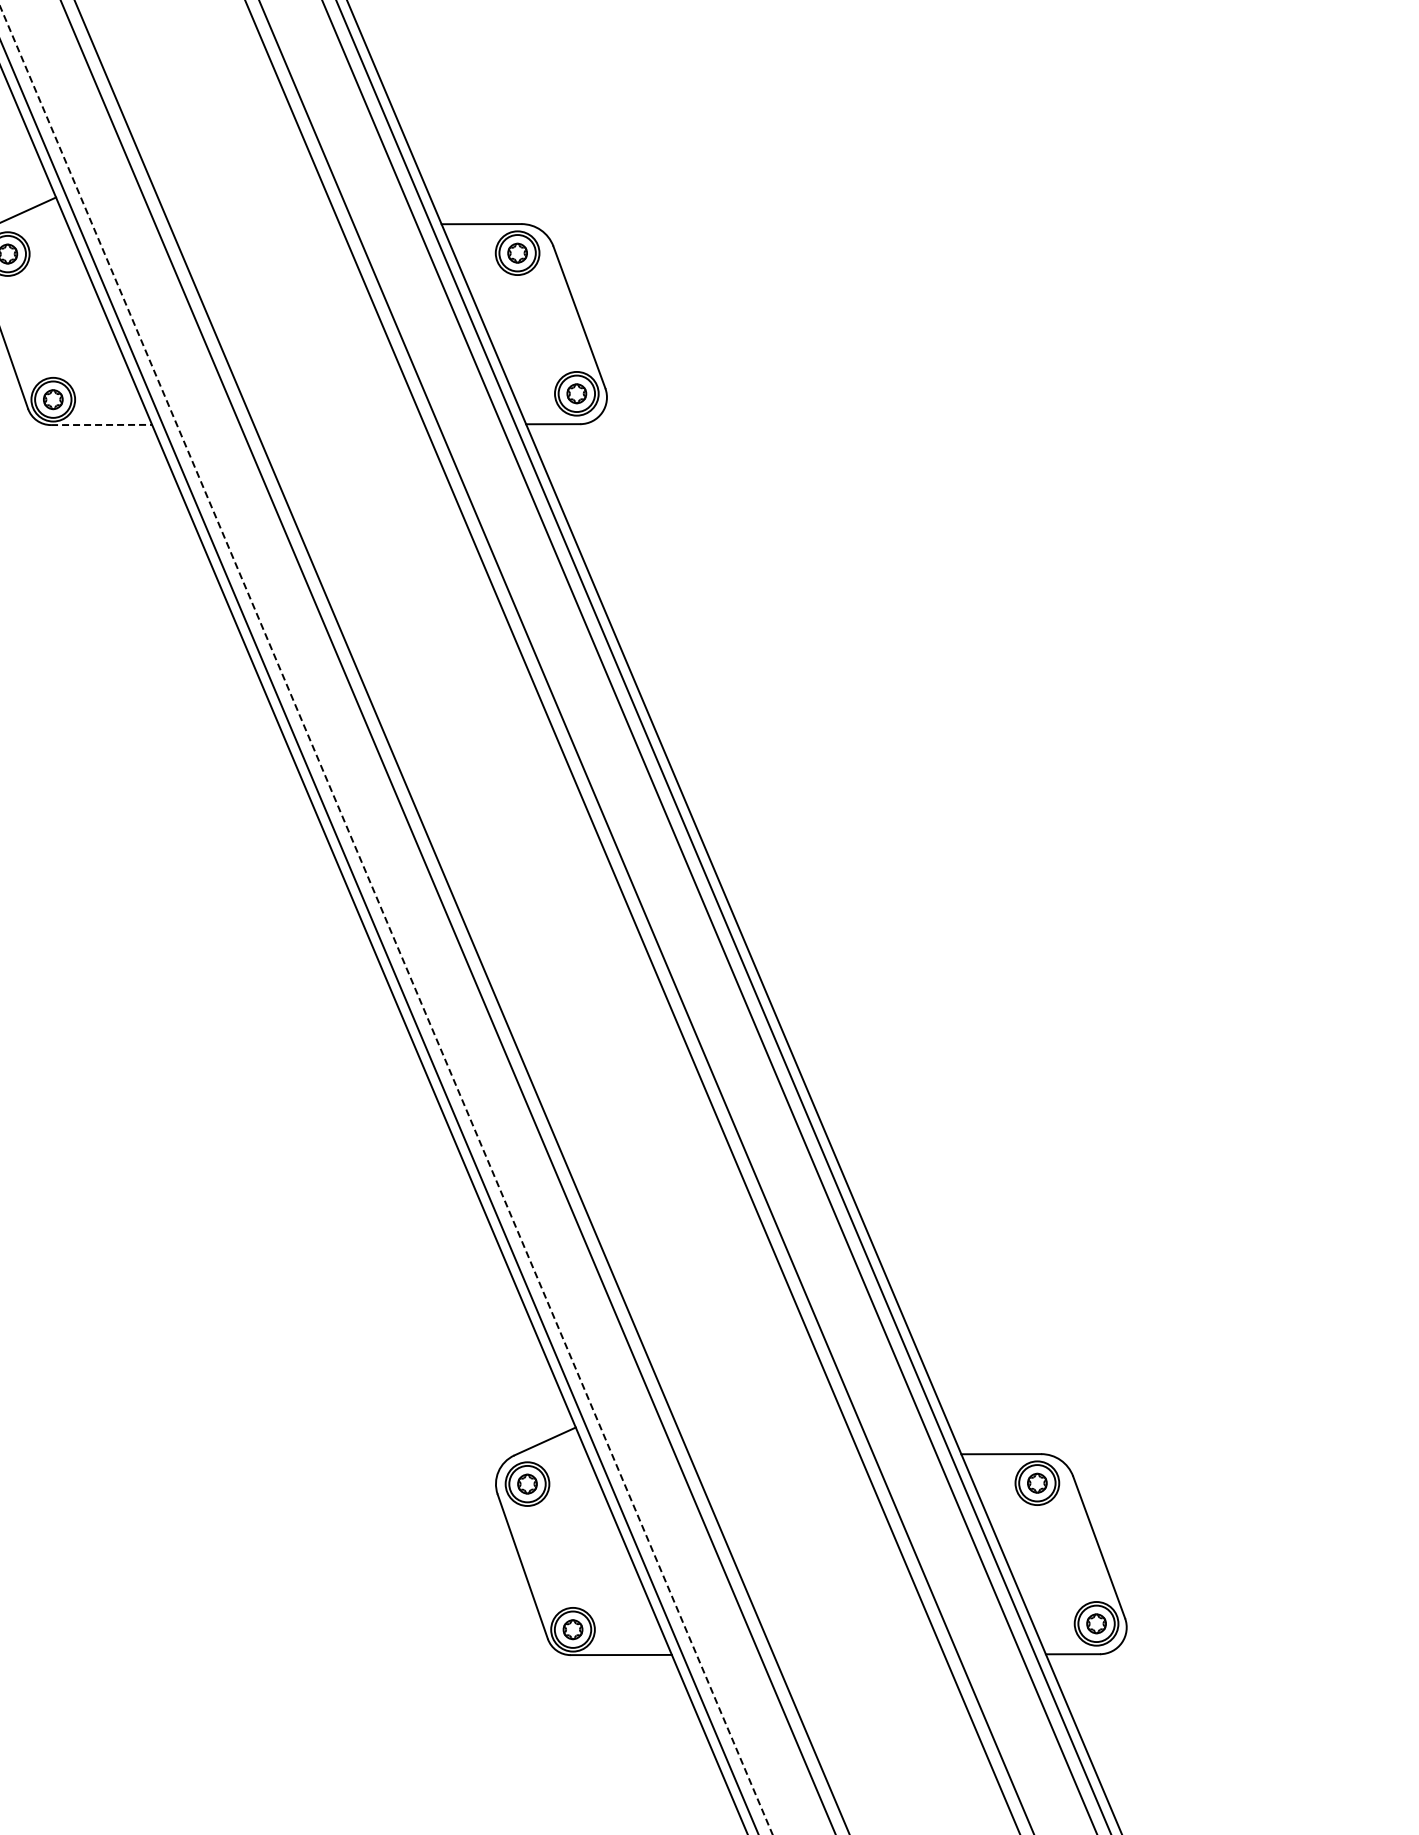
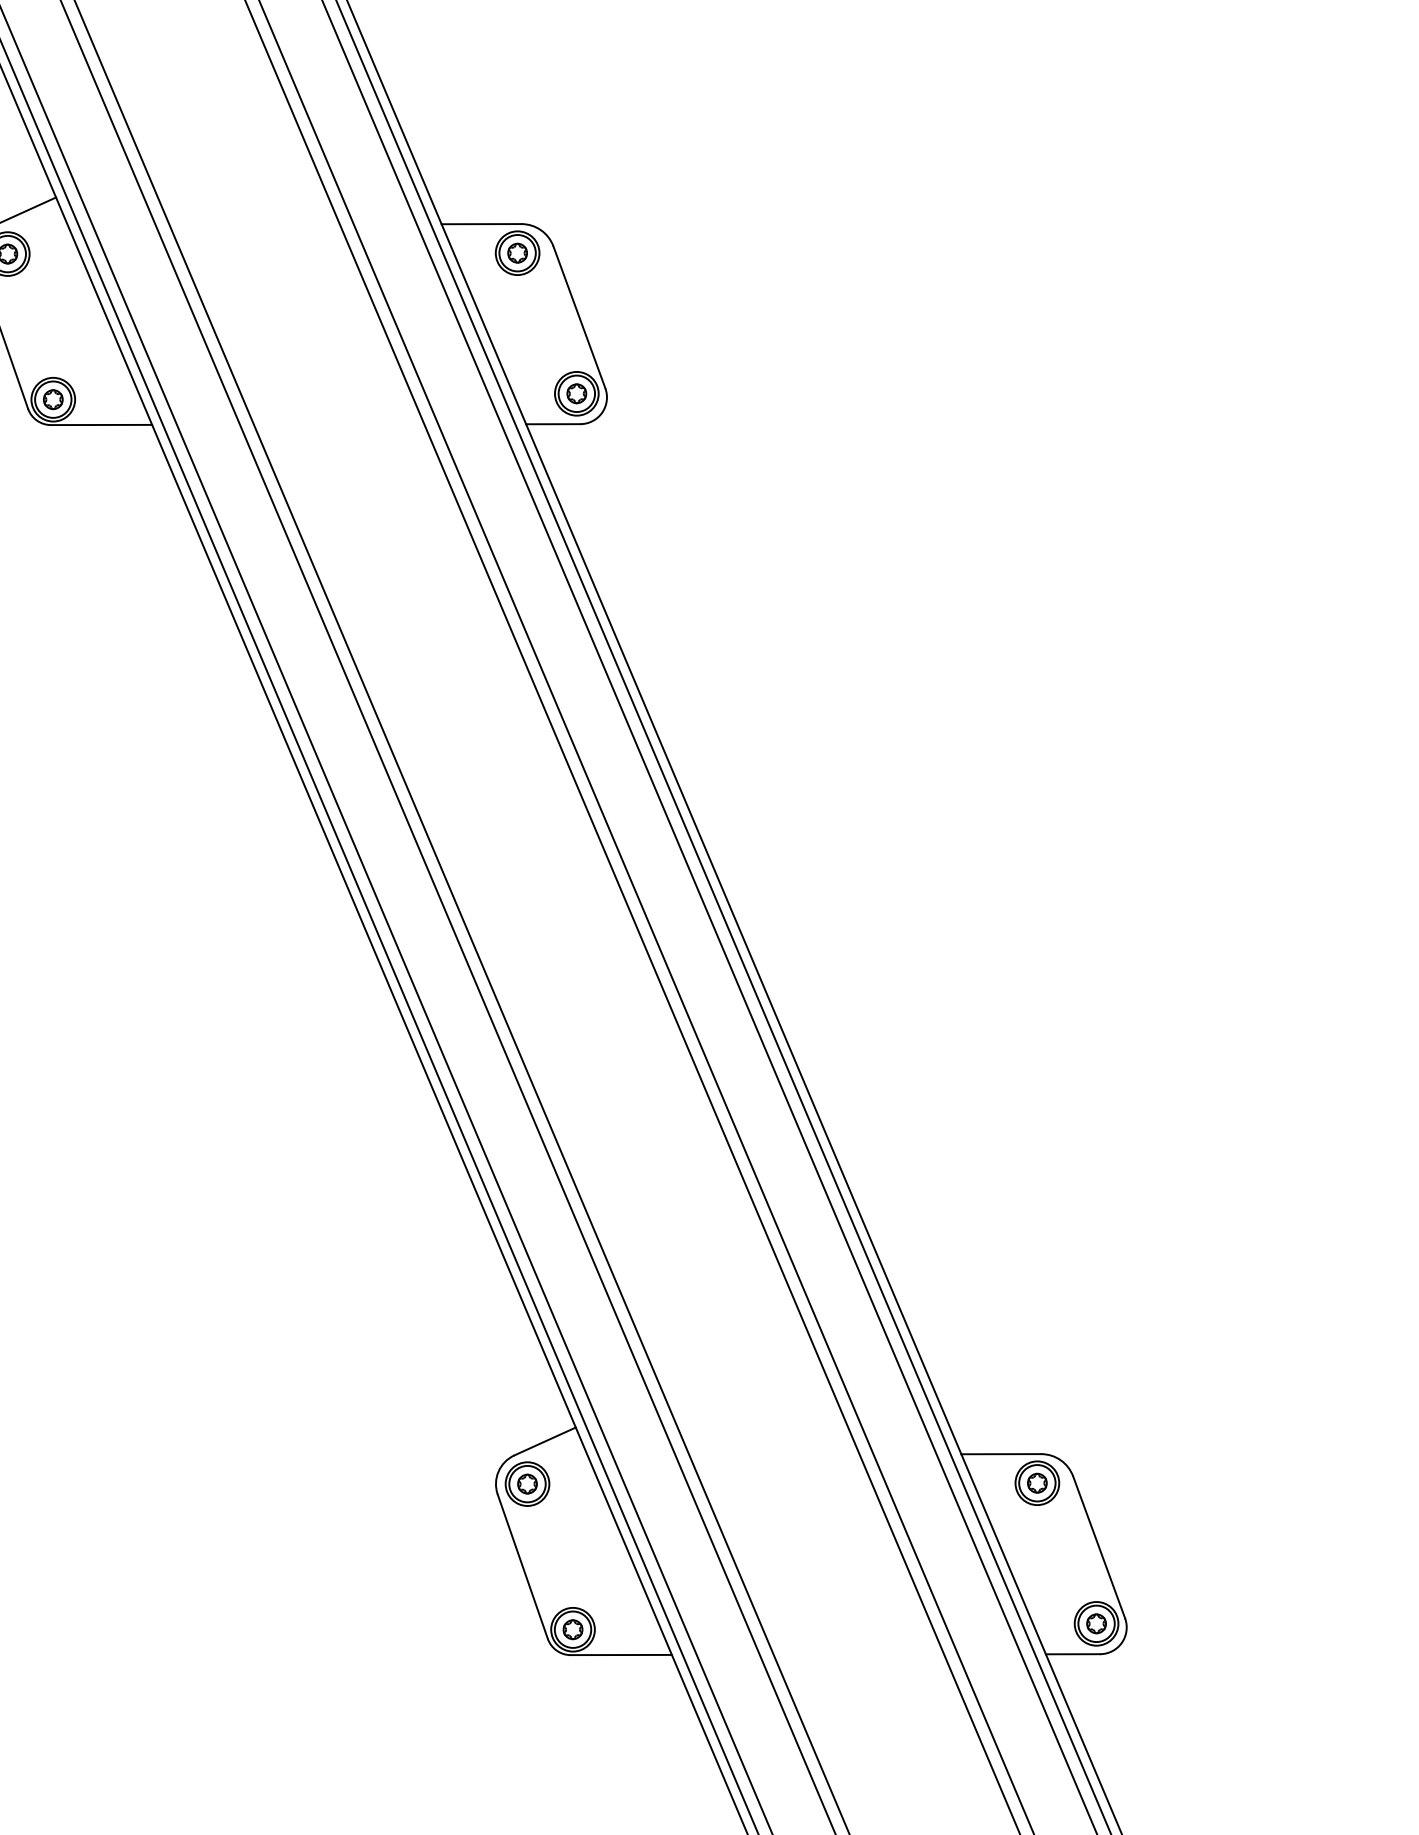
line at (101, 424): dashed -> solid
line at (386, 920): dashed -> solid
